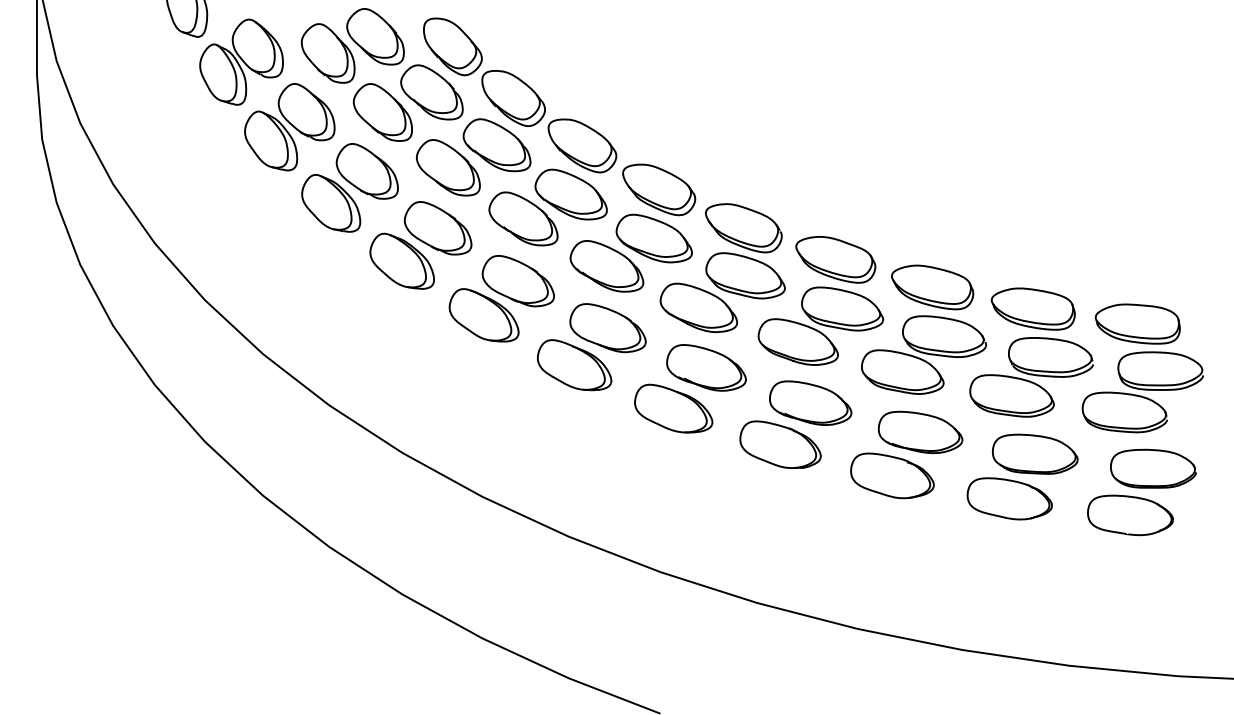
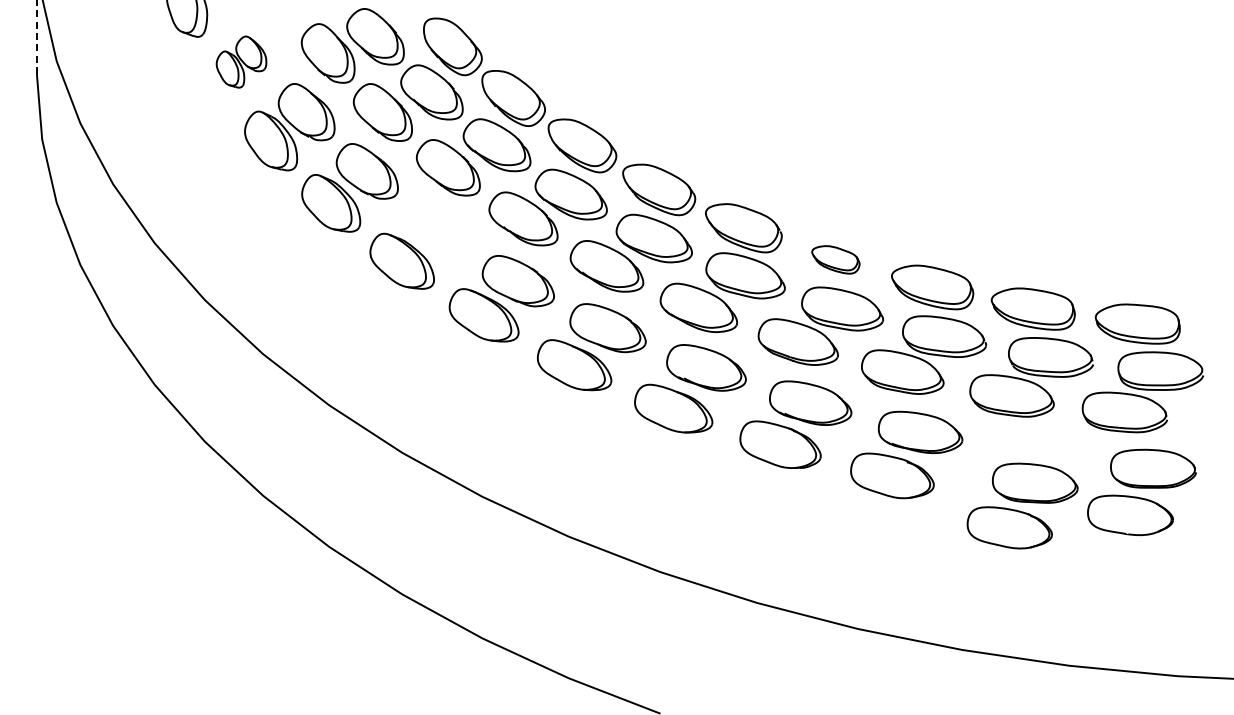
line at (37, 36): solid -> dashed
part at (241, 61) size: 85x88 px -> 53x54 px
part at (437, 228): present -> none
part at (835, 259) size: 82x48 px -> 50x30 px
part at (1022, 476) position: (1022, 476) -> (1022, 505)
